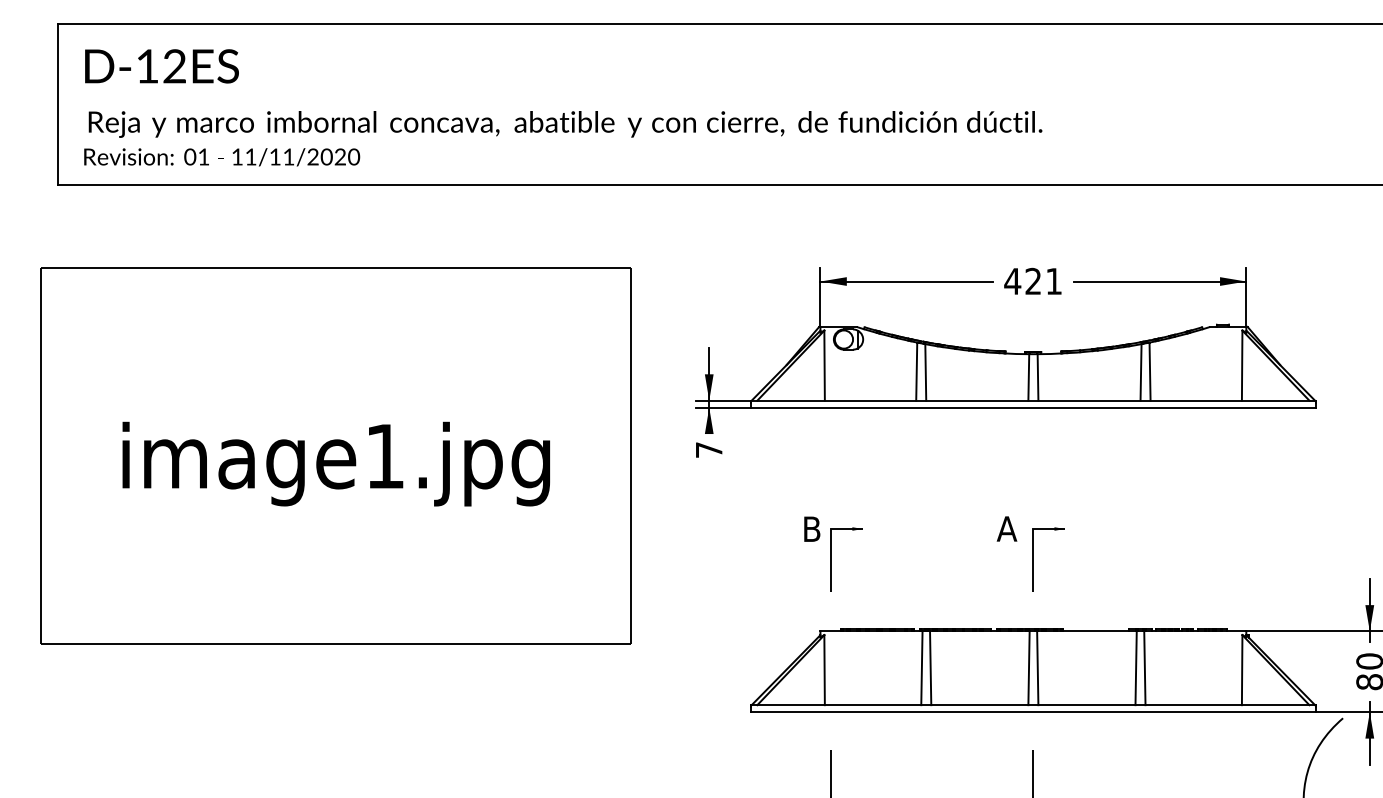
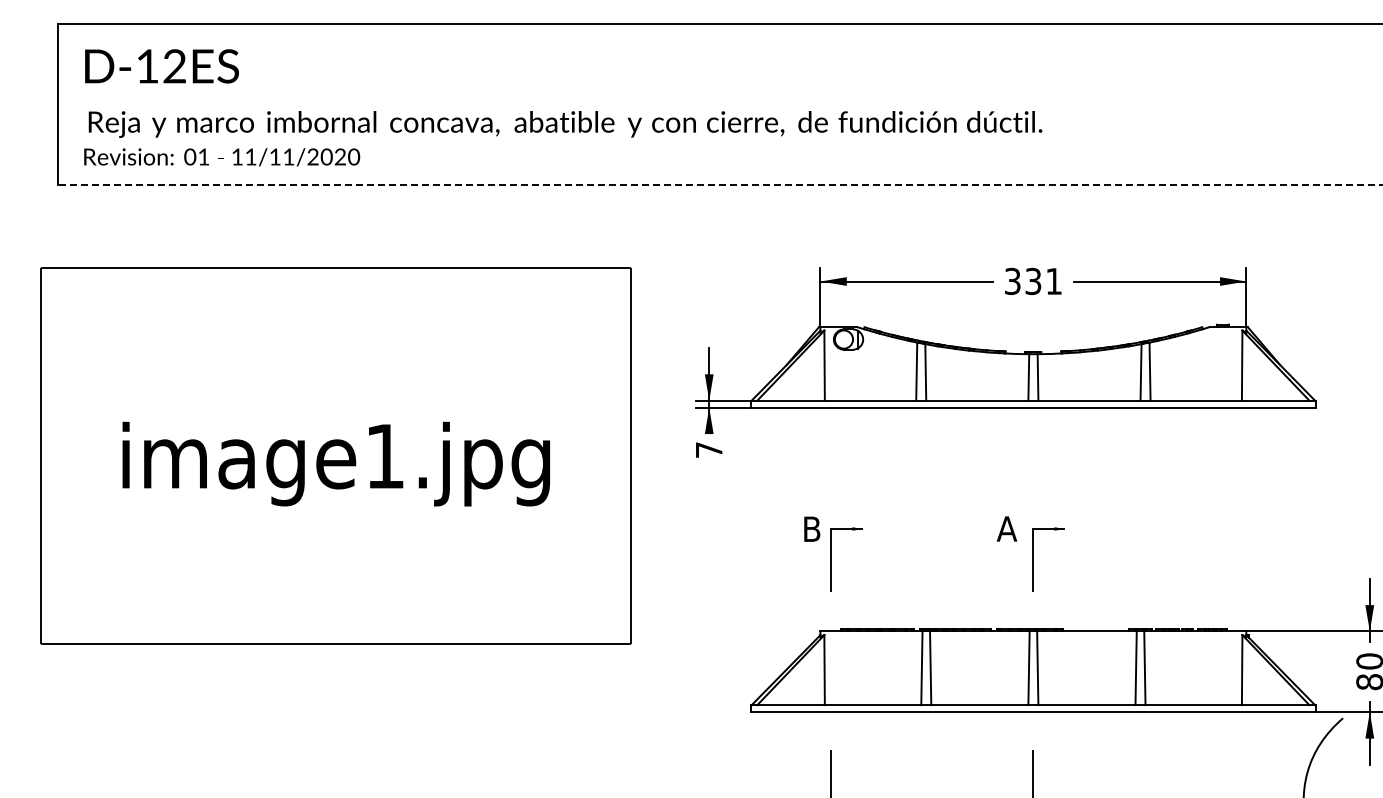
line at (720, 185): solid -> dashed
text at (1022, 281): 421 -> 331
